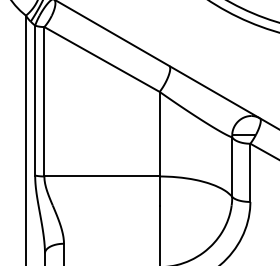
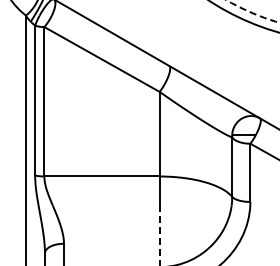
arc at (253, 13): solid -> dashed
line at (159, 235): solid -> dashed
